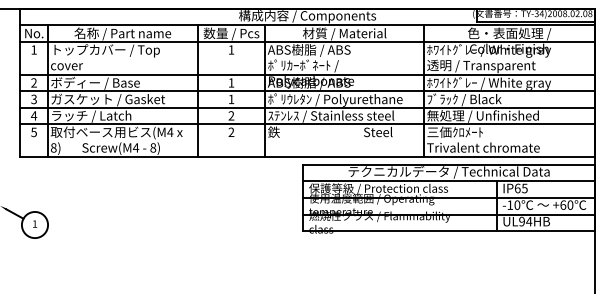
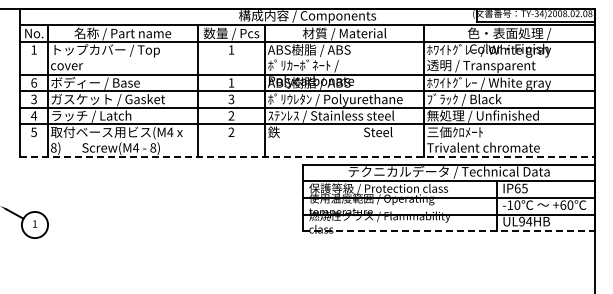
text at (34, 82): 2 -> 6
text at (231, 99): 1 -> 3
line at (308, 157): solid -> dashed
line at (449, 231): solid -> dashed
